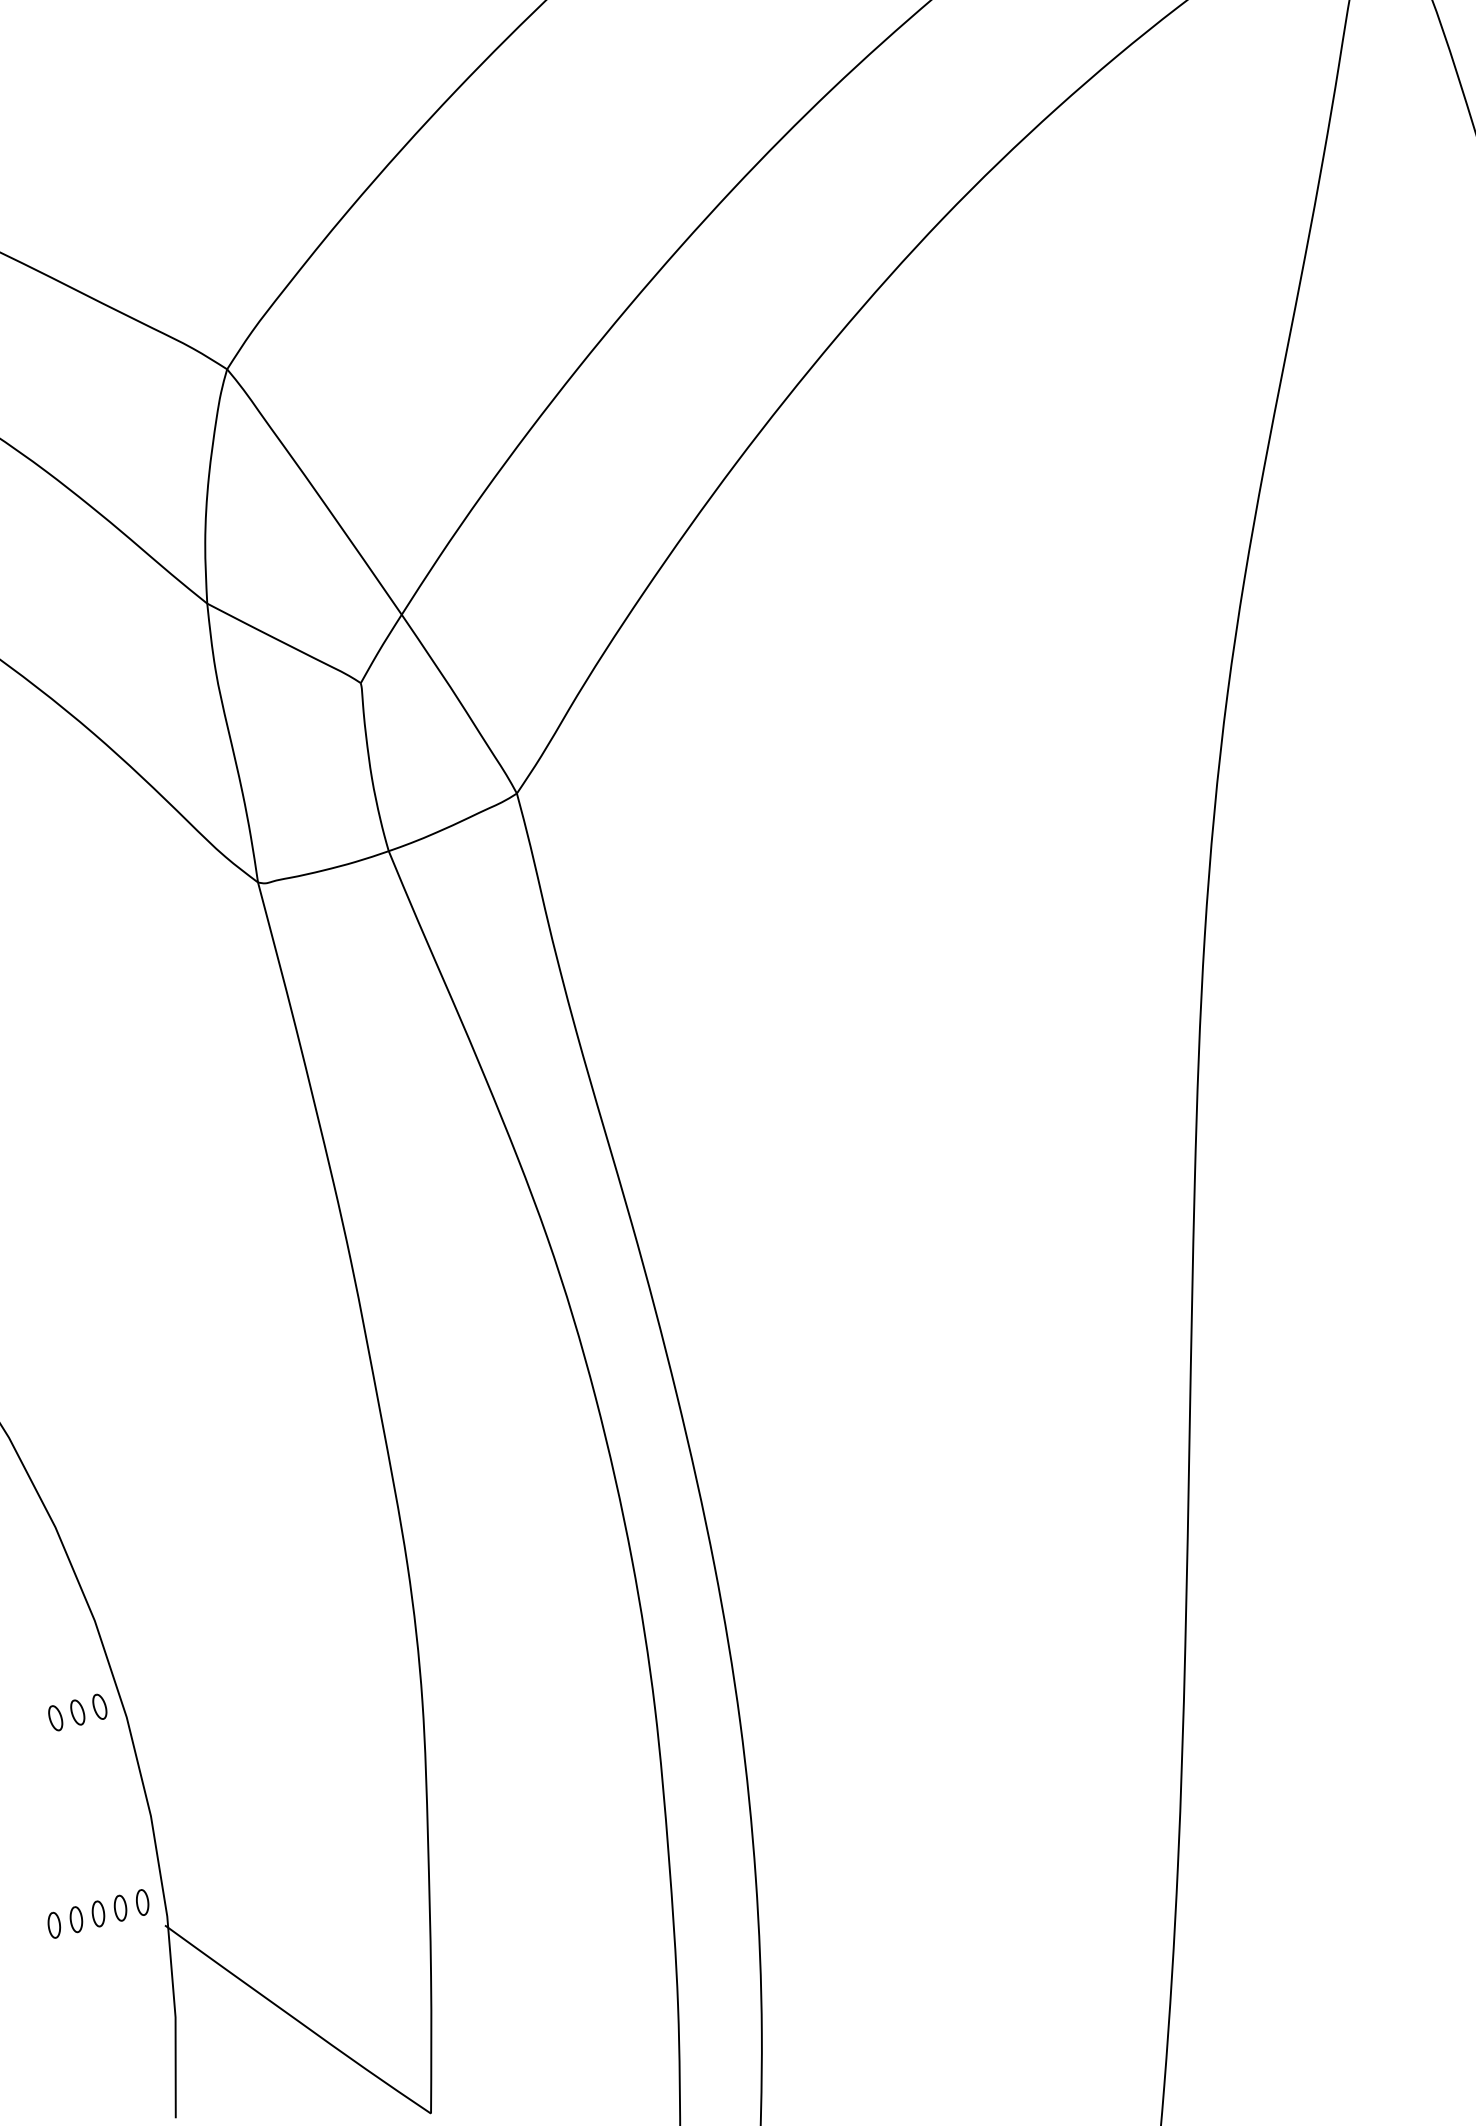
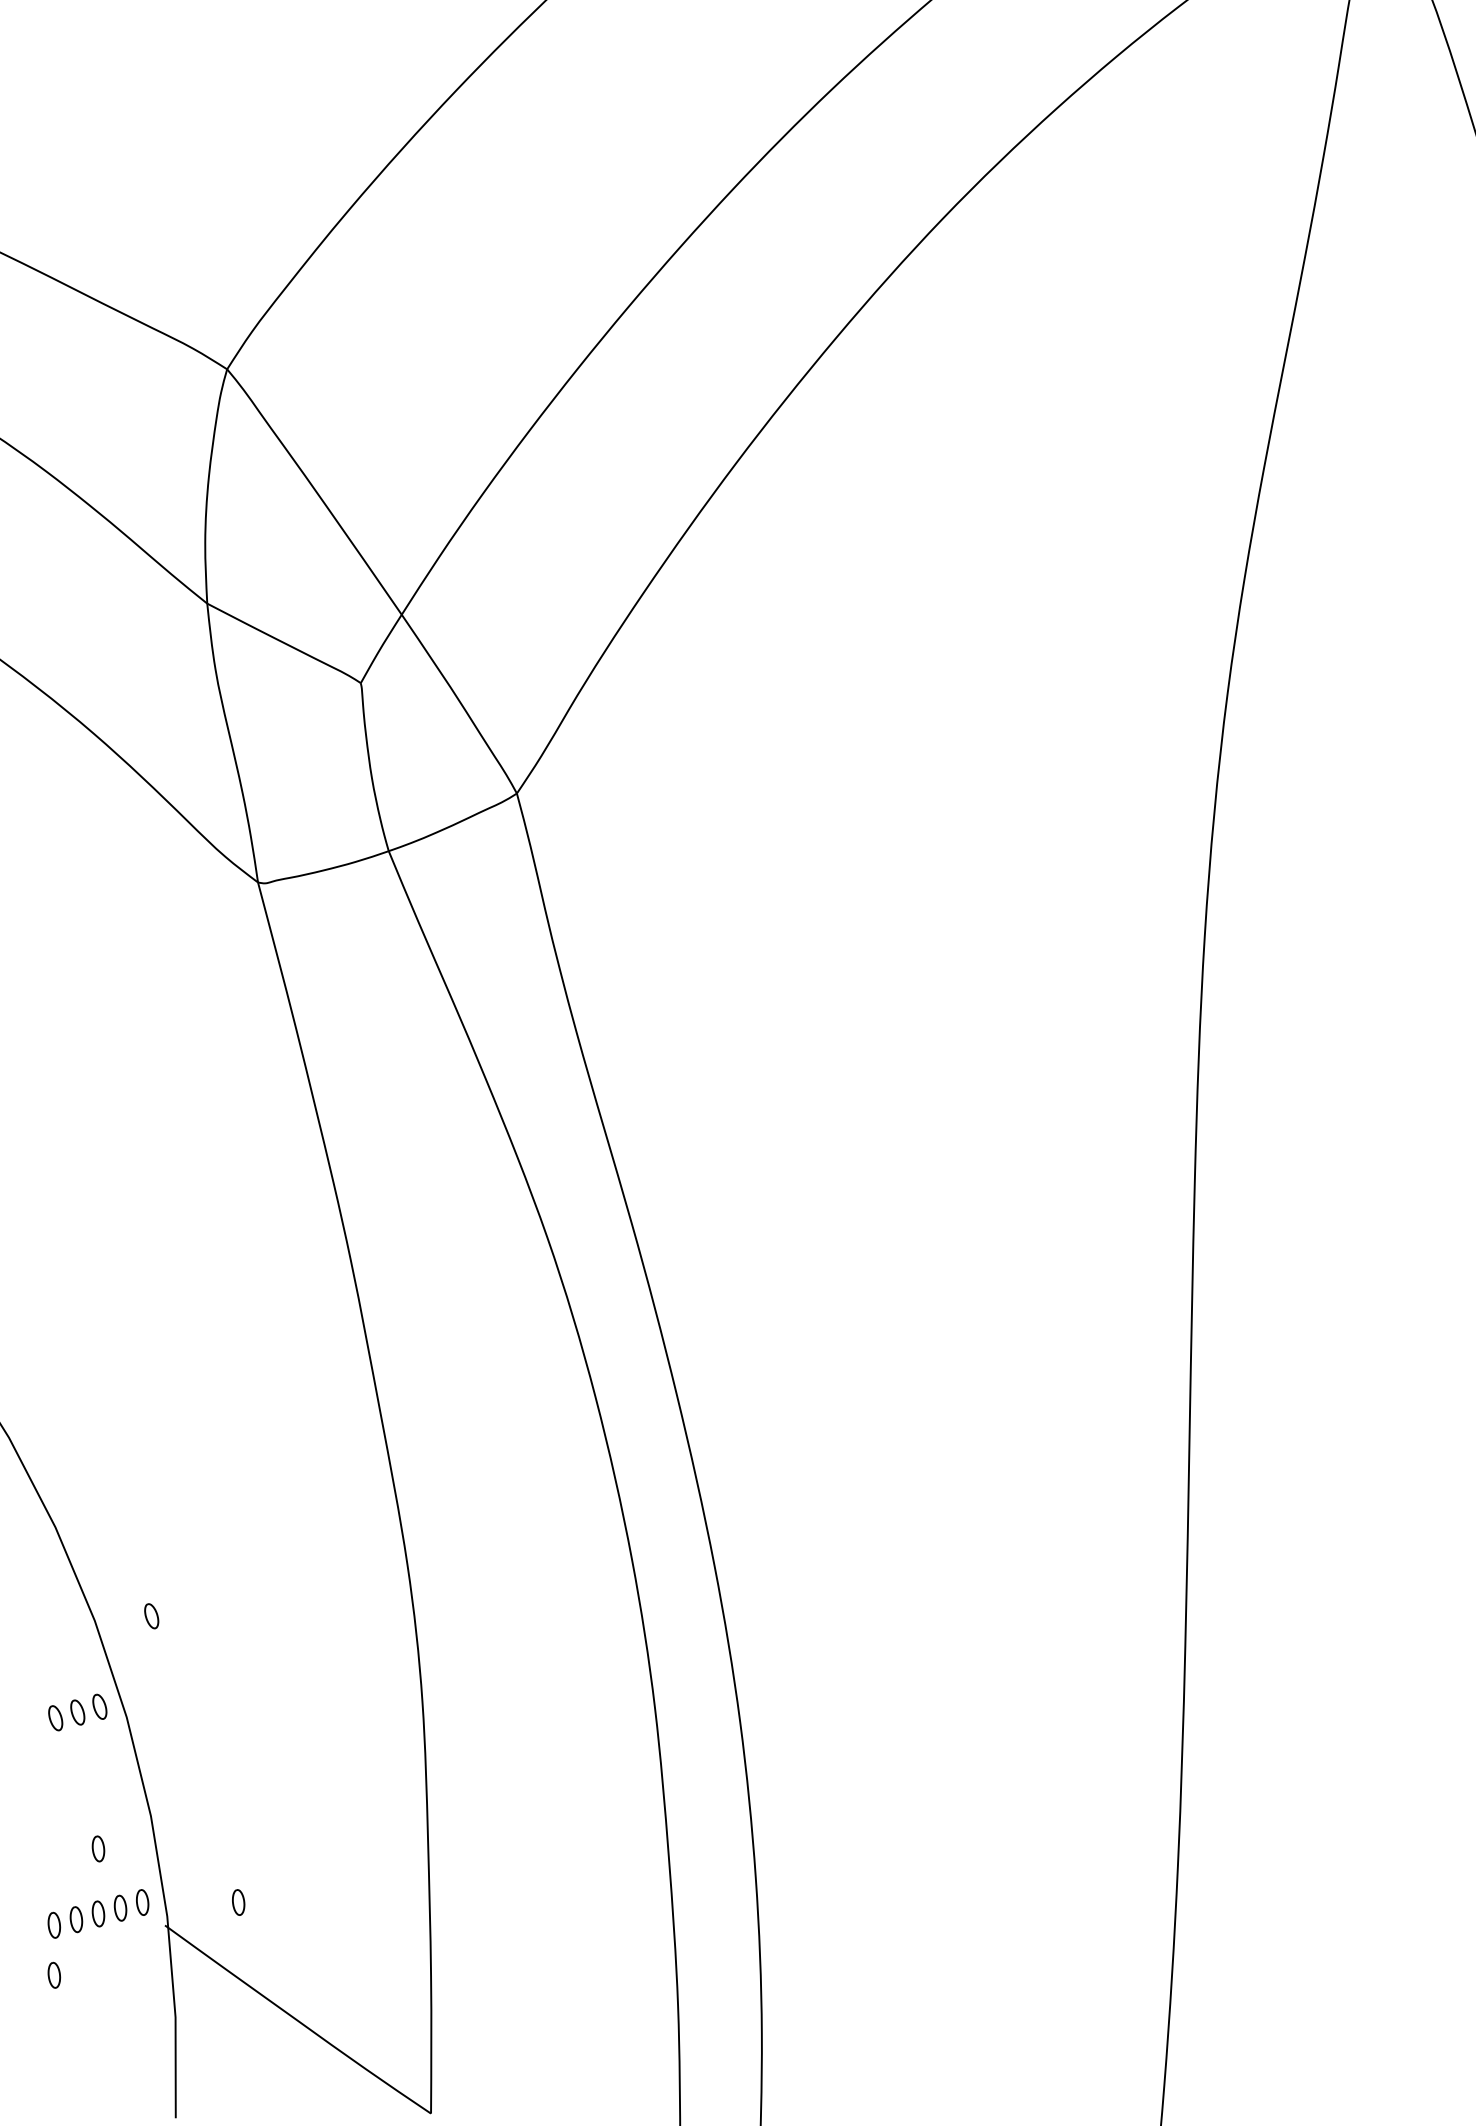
part at (151, 1616): none -> present
part at (98, 1848): none -> present
part at (238, 1902): none -> present
part at (54, 1974): none -> present
